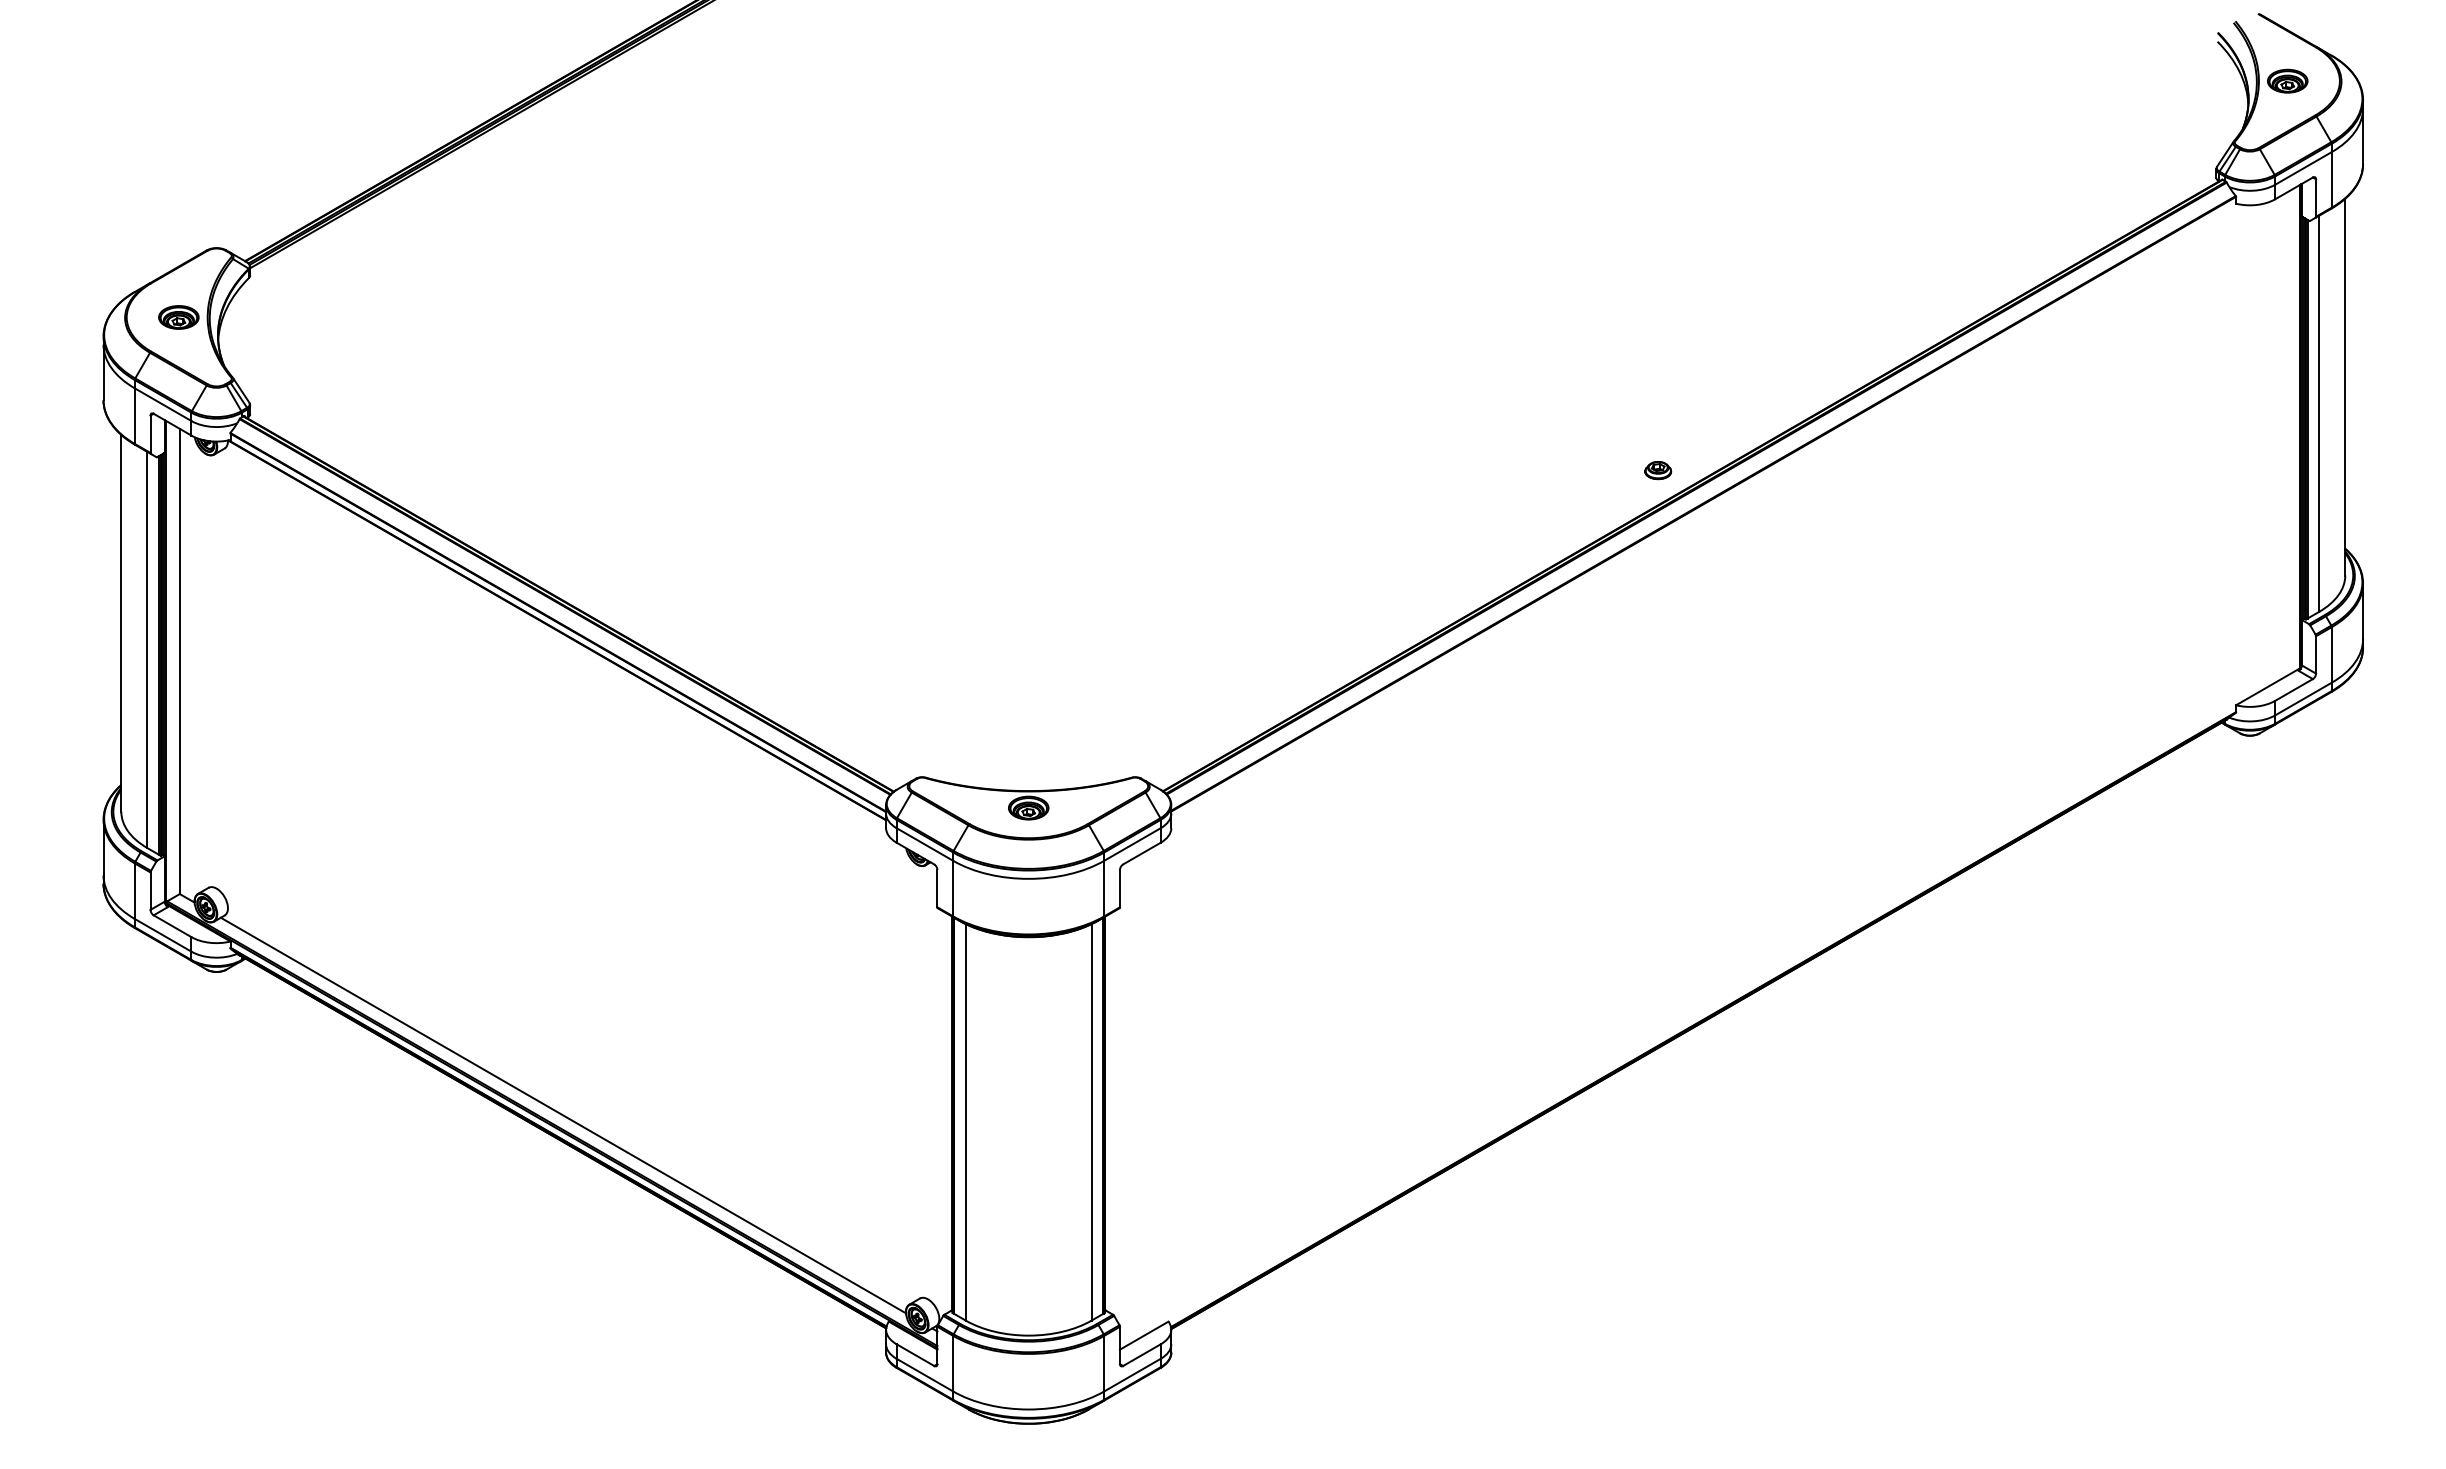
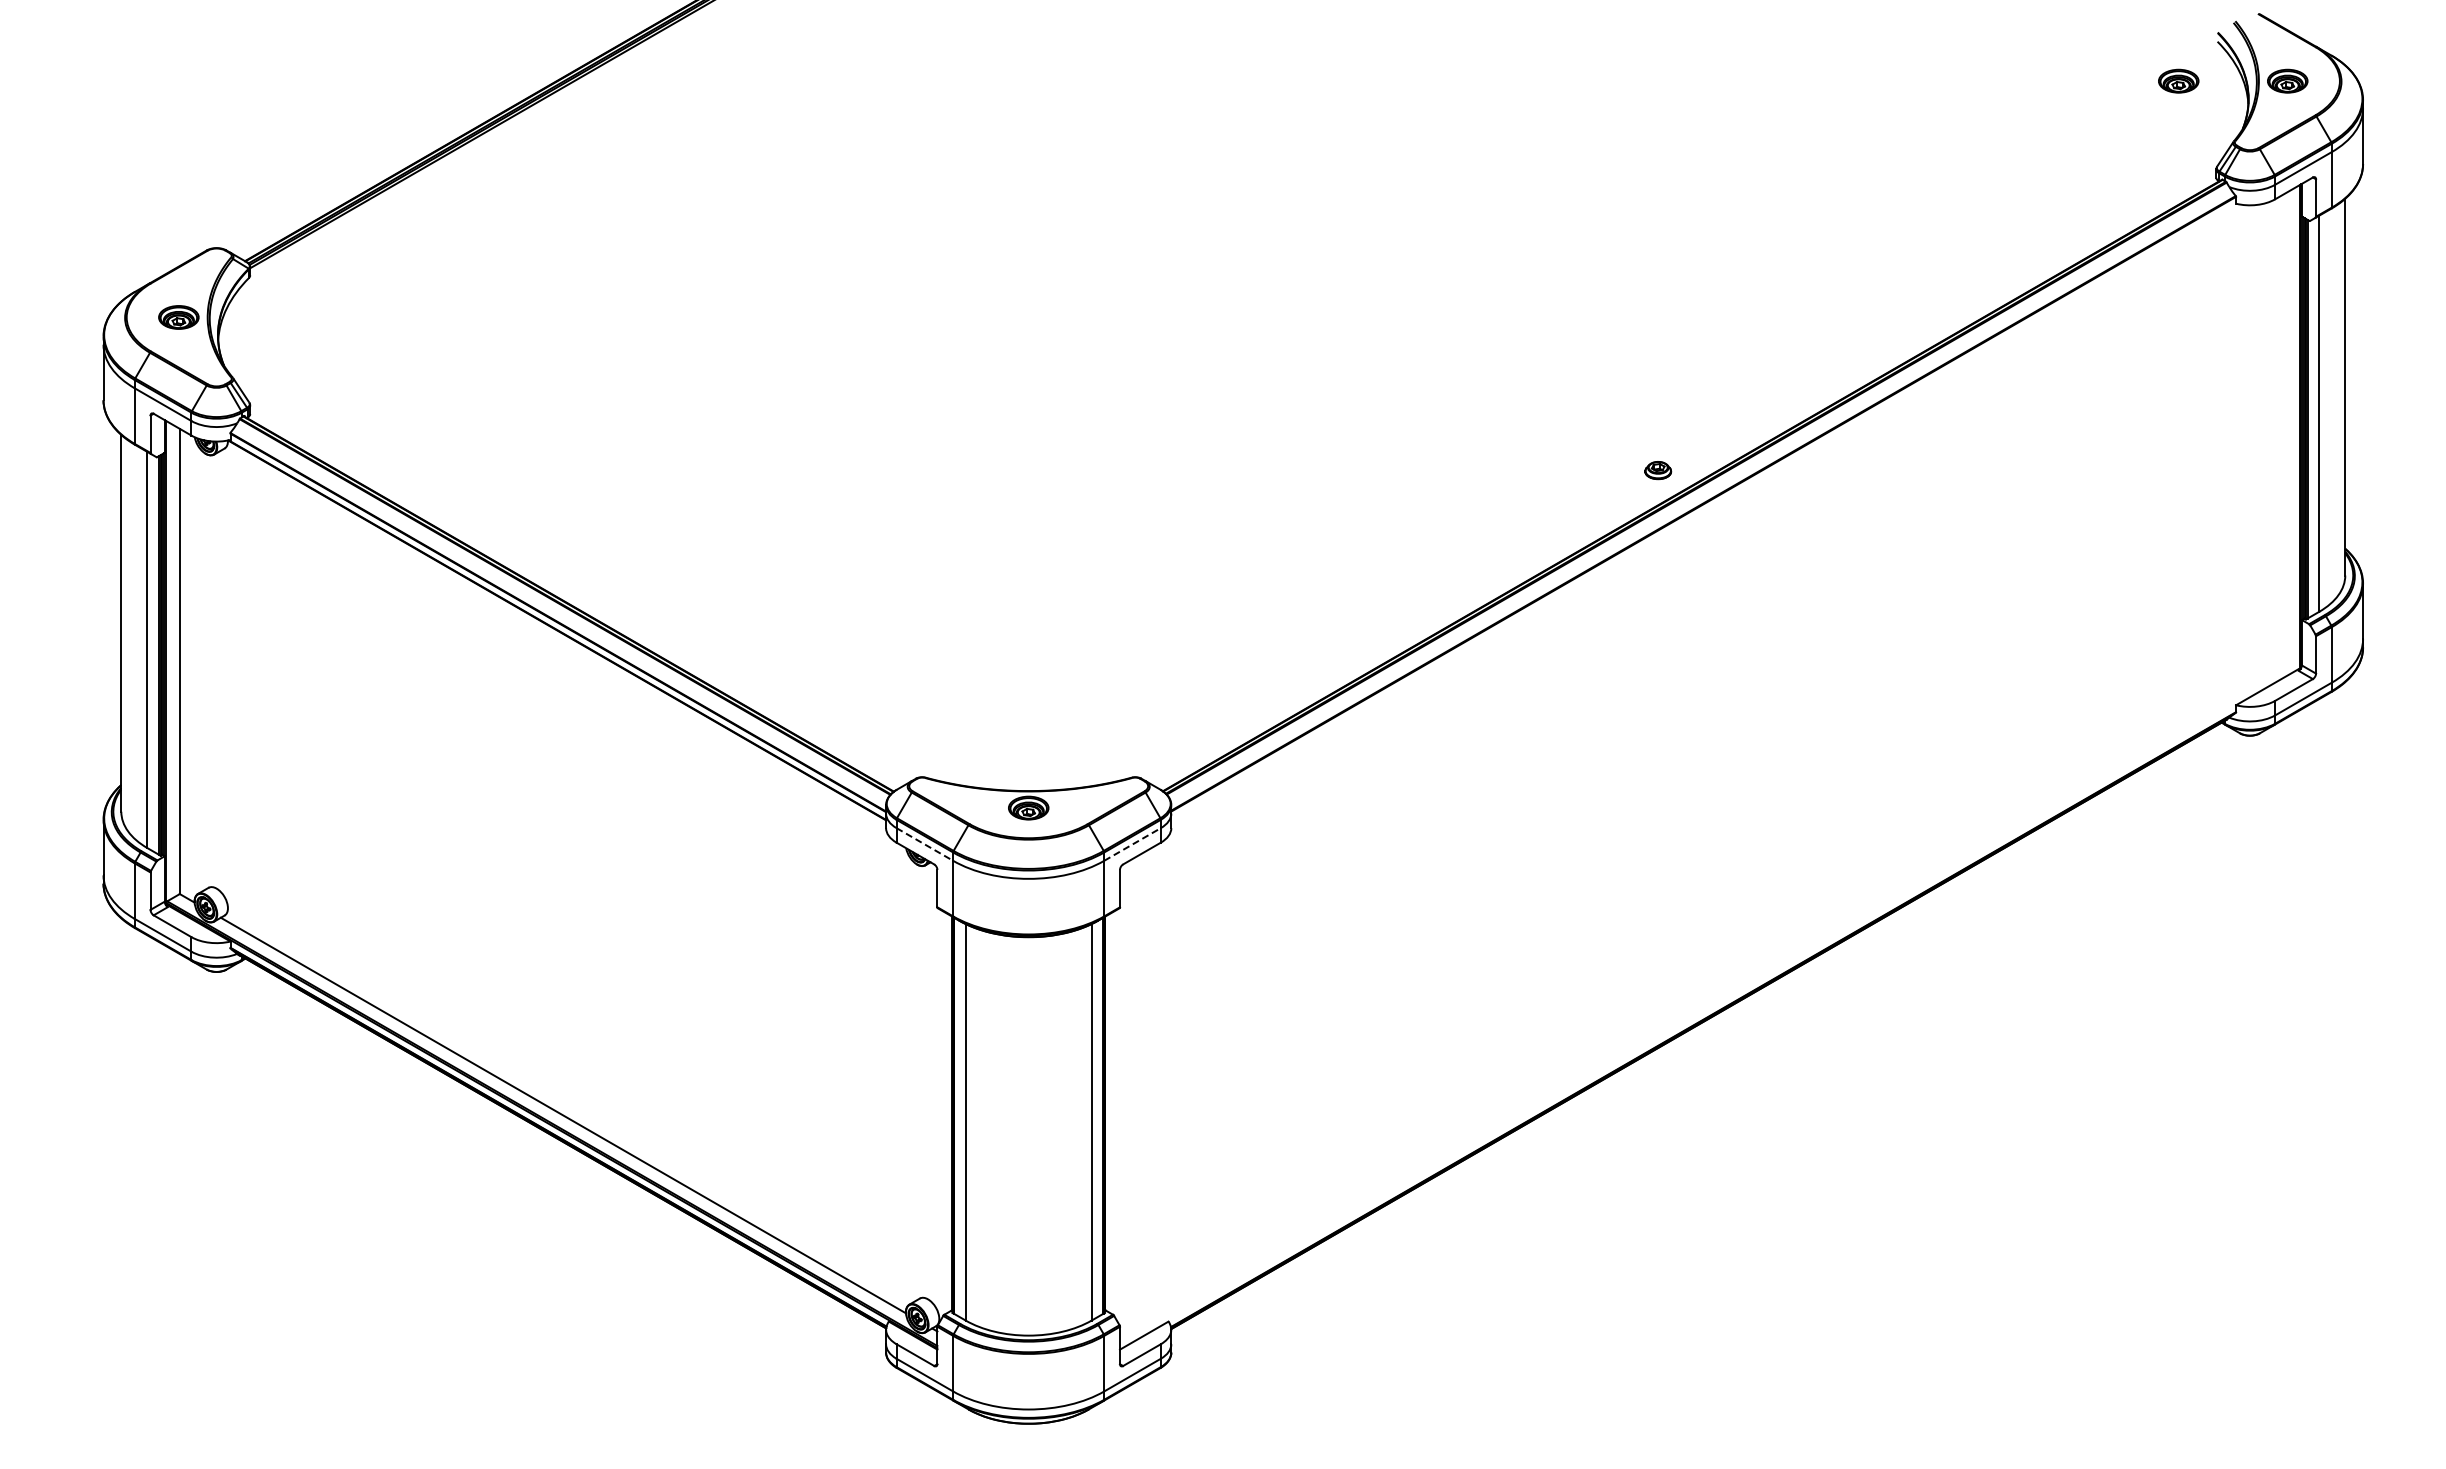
part at (2178, 80): none -> present
line at (924, 844): solid -> dashed
line at (1132, 844): solid -> dashed
